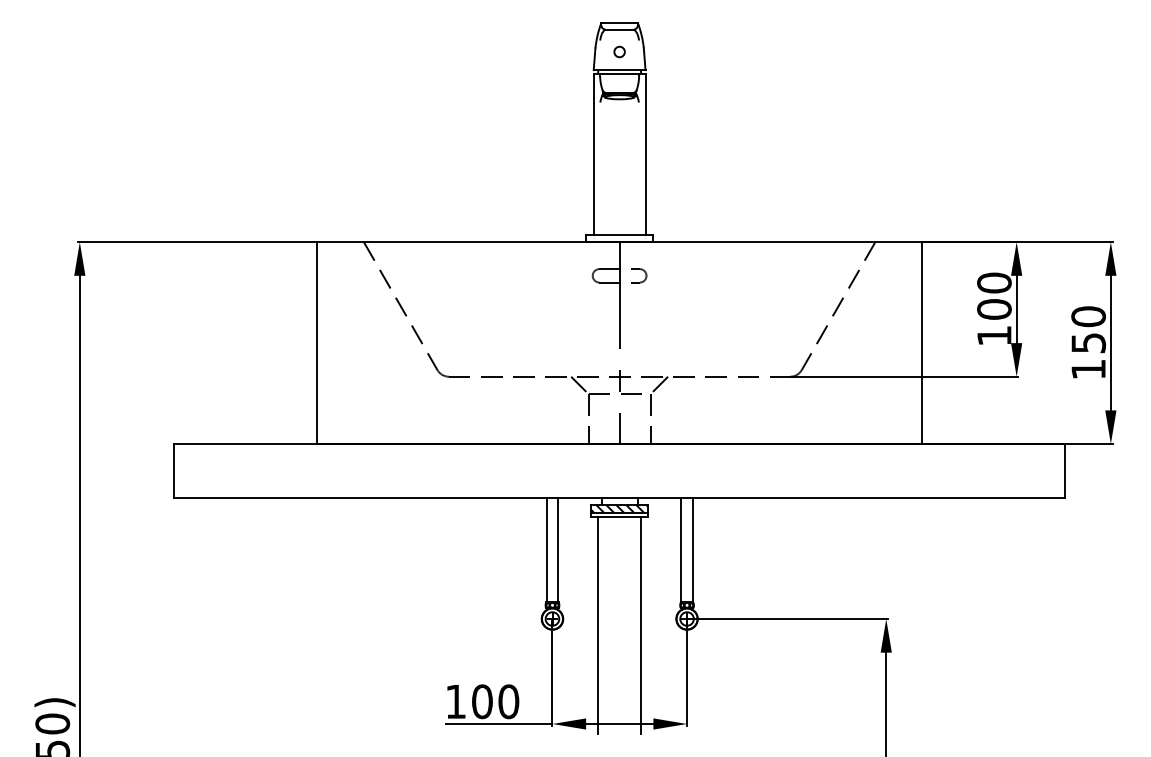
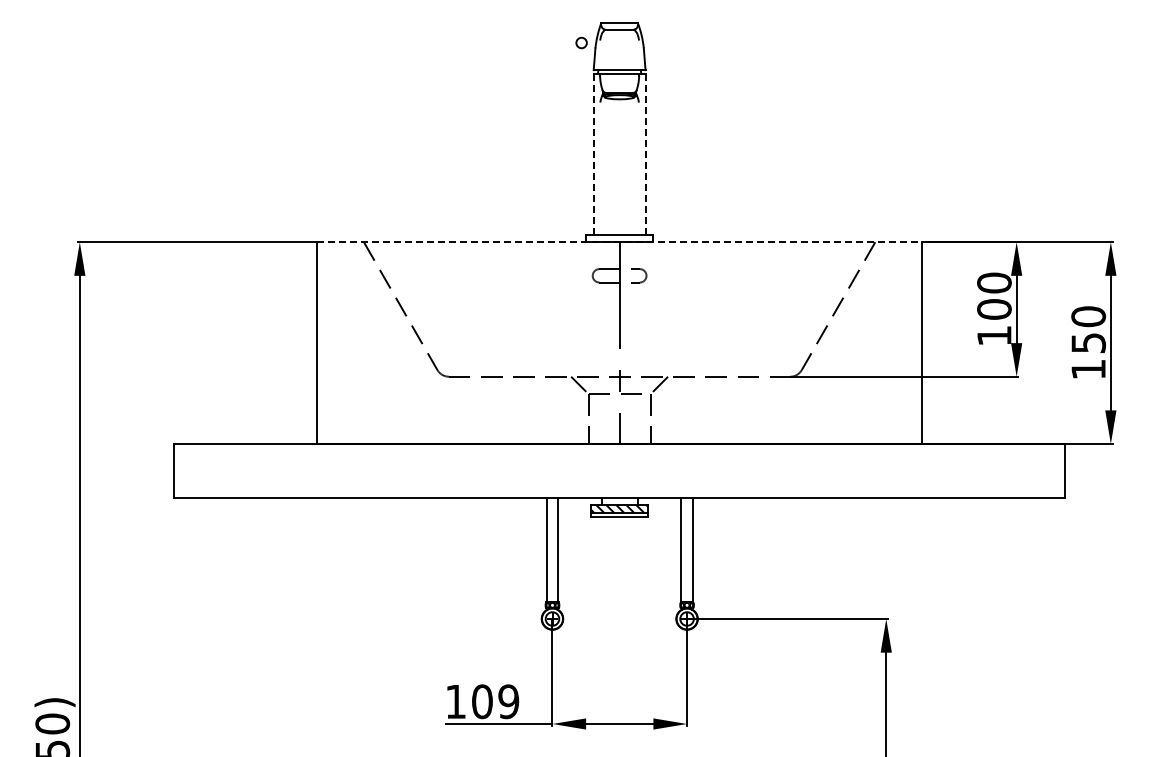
circle at (619, 51) position: (619, 51) -> (581, 42)
line at (593, 154): solid -> dashed
line at (645, 154): solid -> dashed
line at (619, 242): solid -> dashed
line at (598, 625): present -> none
line at (640, 625): present -> none
text at (508, 701): 100 -> 109
